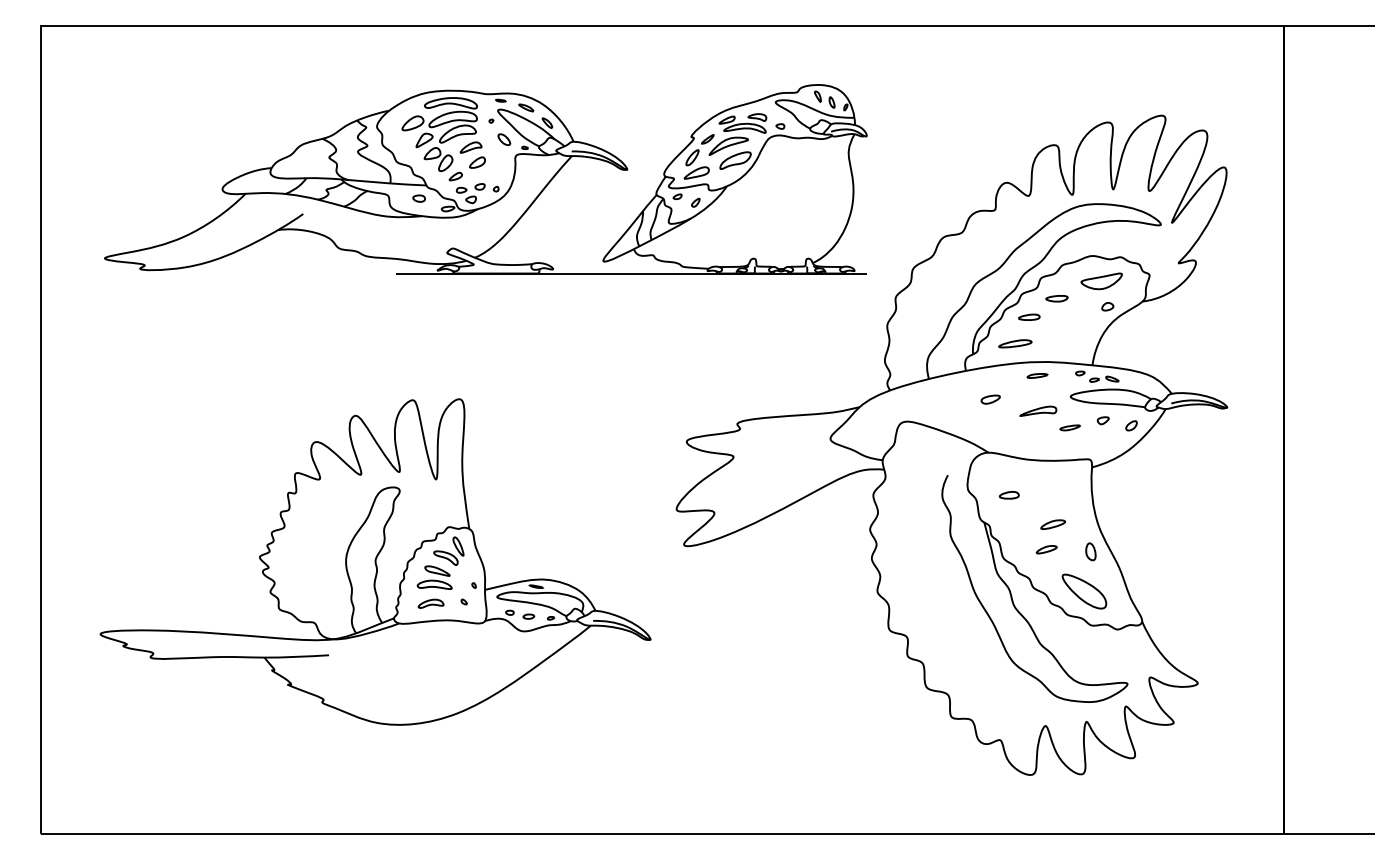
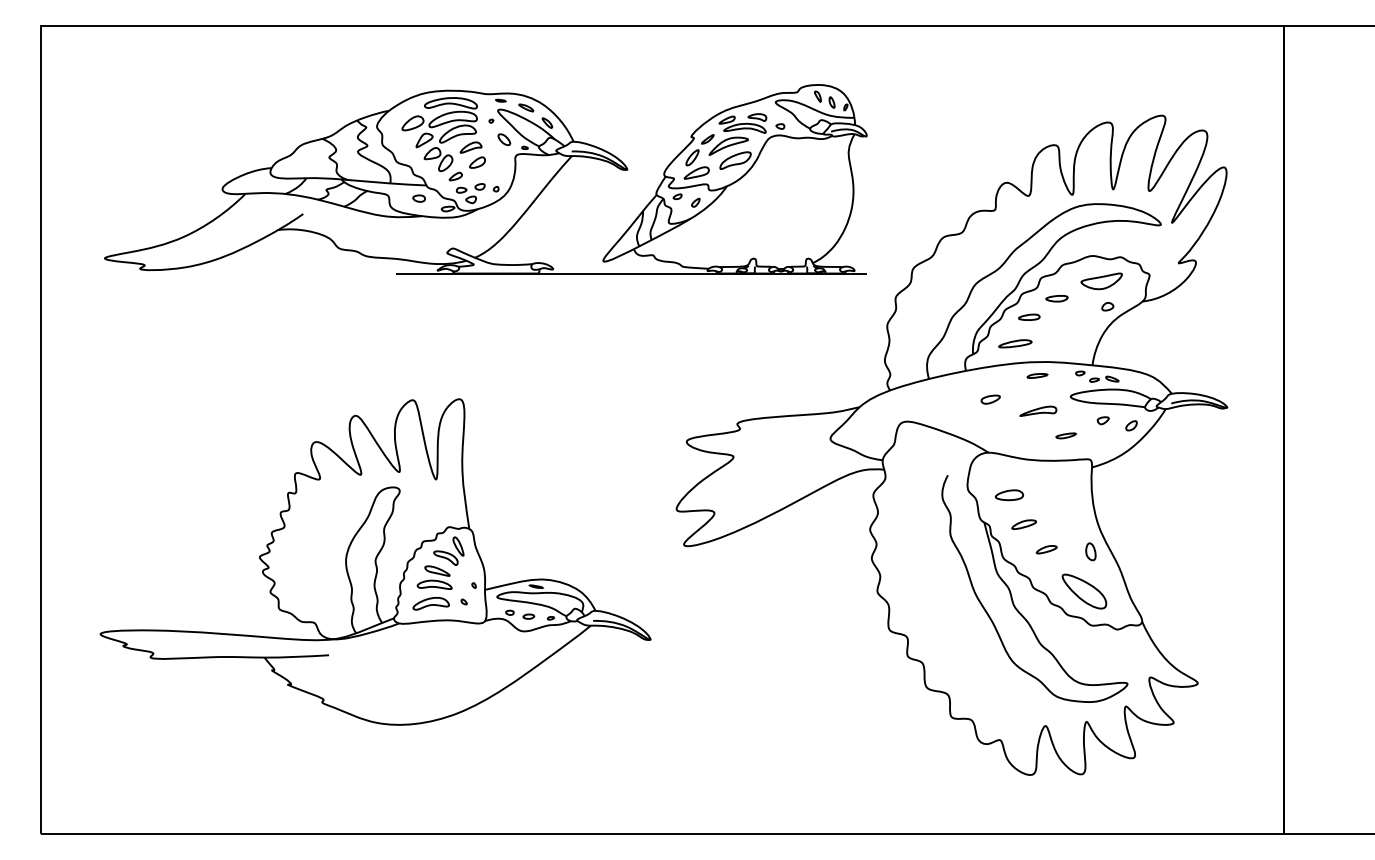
part at (1069, 427) position: (1069, 427) -> (1065, 435)
part at (1008, 495) size: 22x9 px -> 30x13 px
part at (1052, 524) position: (1052, 524) -> (1023, 524)
part at (430, 603) size: 28x11 px -> 38x14 px
